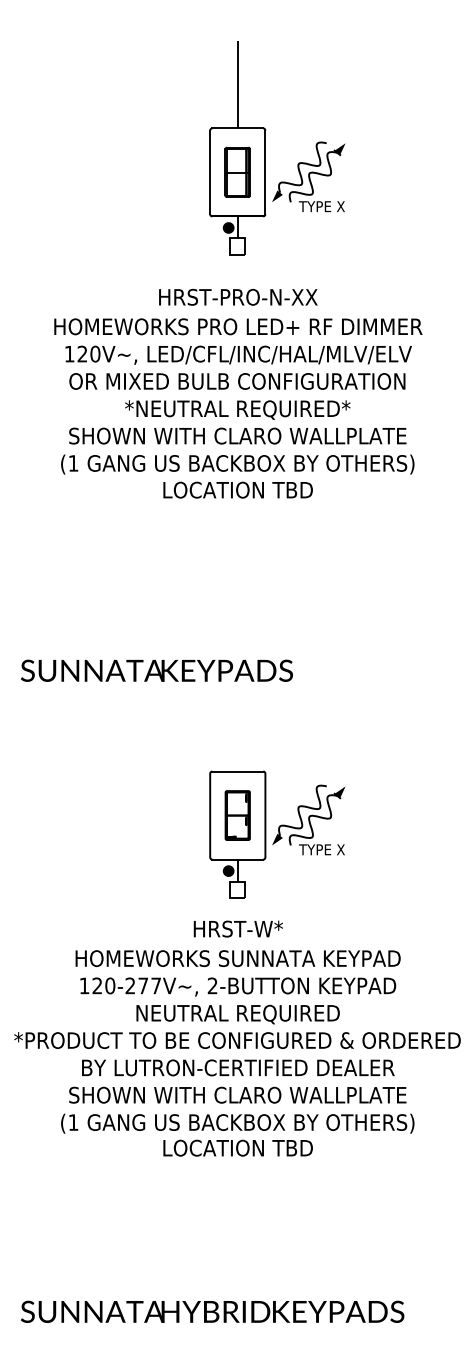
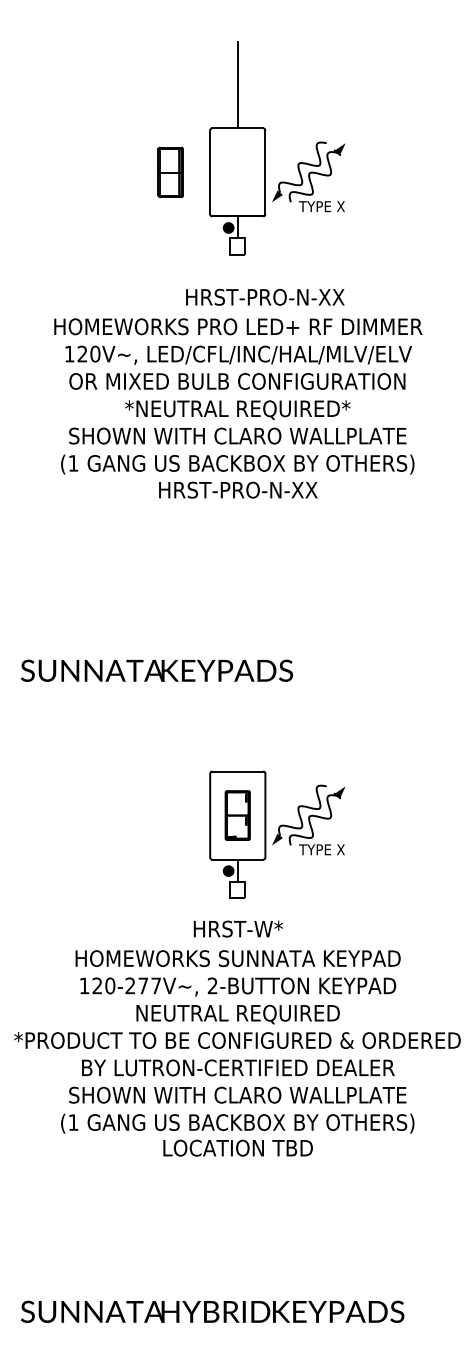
part at (237, 171) position: (237, 171) -> (170, 171)
text at (238, 296) position: (238, 296) -> (265, 296)
text at (238, 489): LOCATION TBD -> HRST-PRO-N-XX
